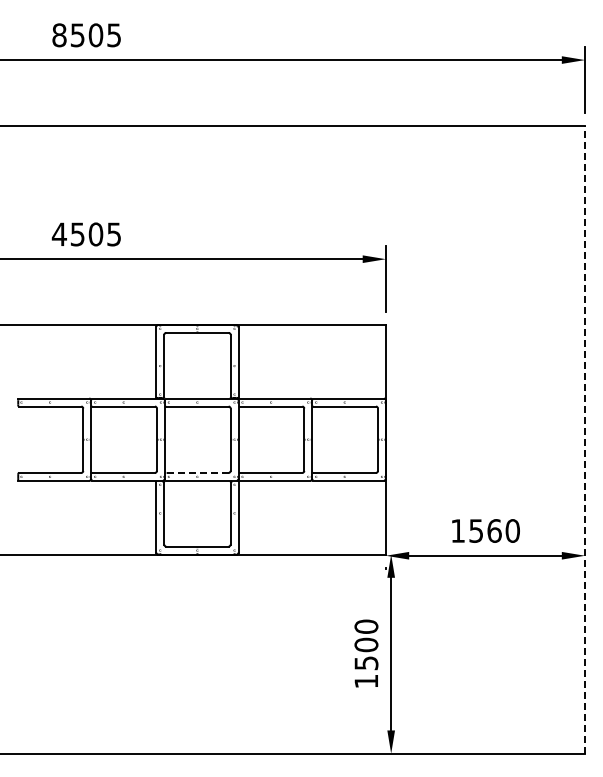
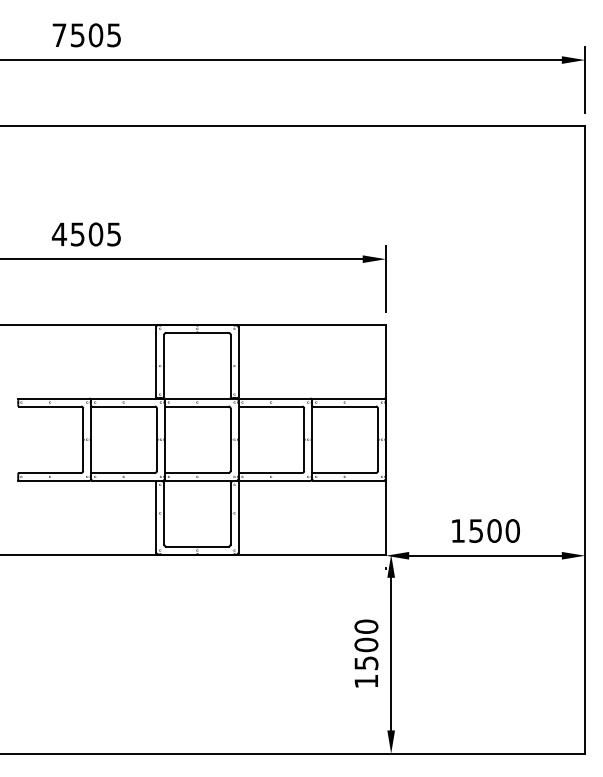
text at (59, 35): 8505 -> 7505
line at (585, 439): dashed -> solid
line at (196, 472): dashed -> solid
text at (494, 530): 1560 -> 1500
